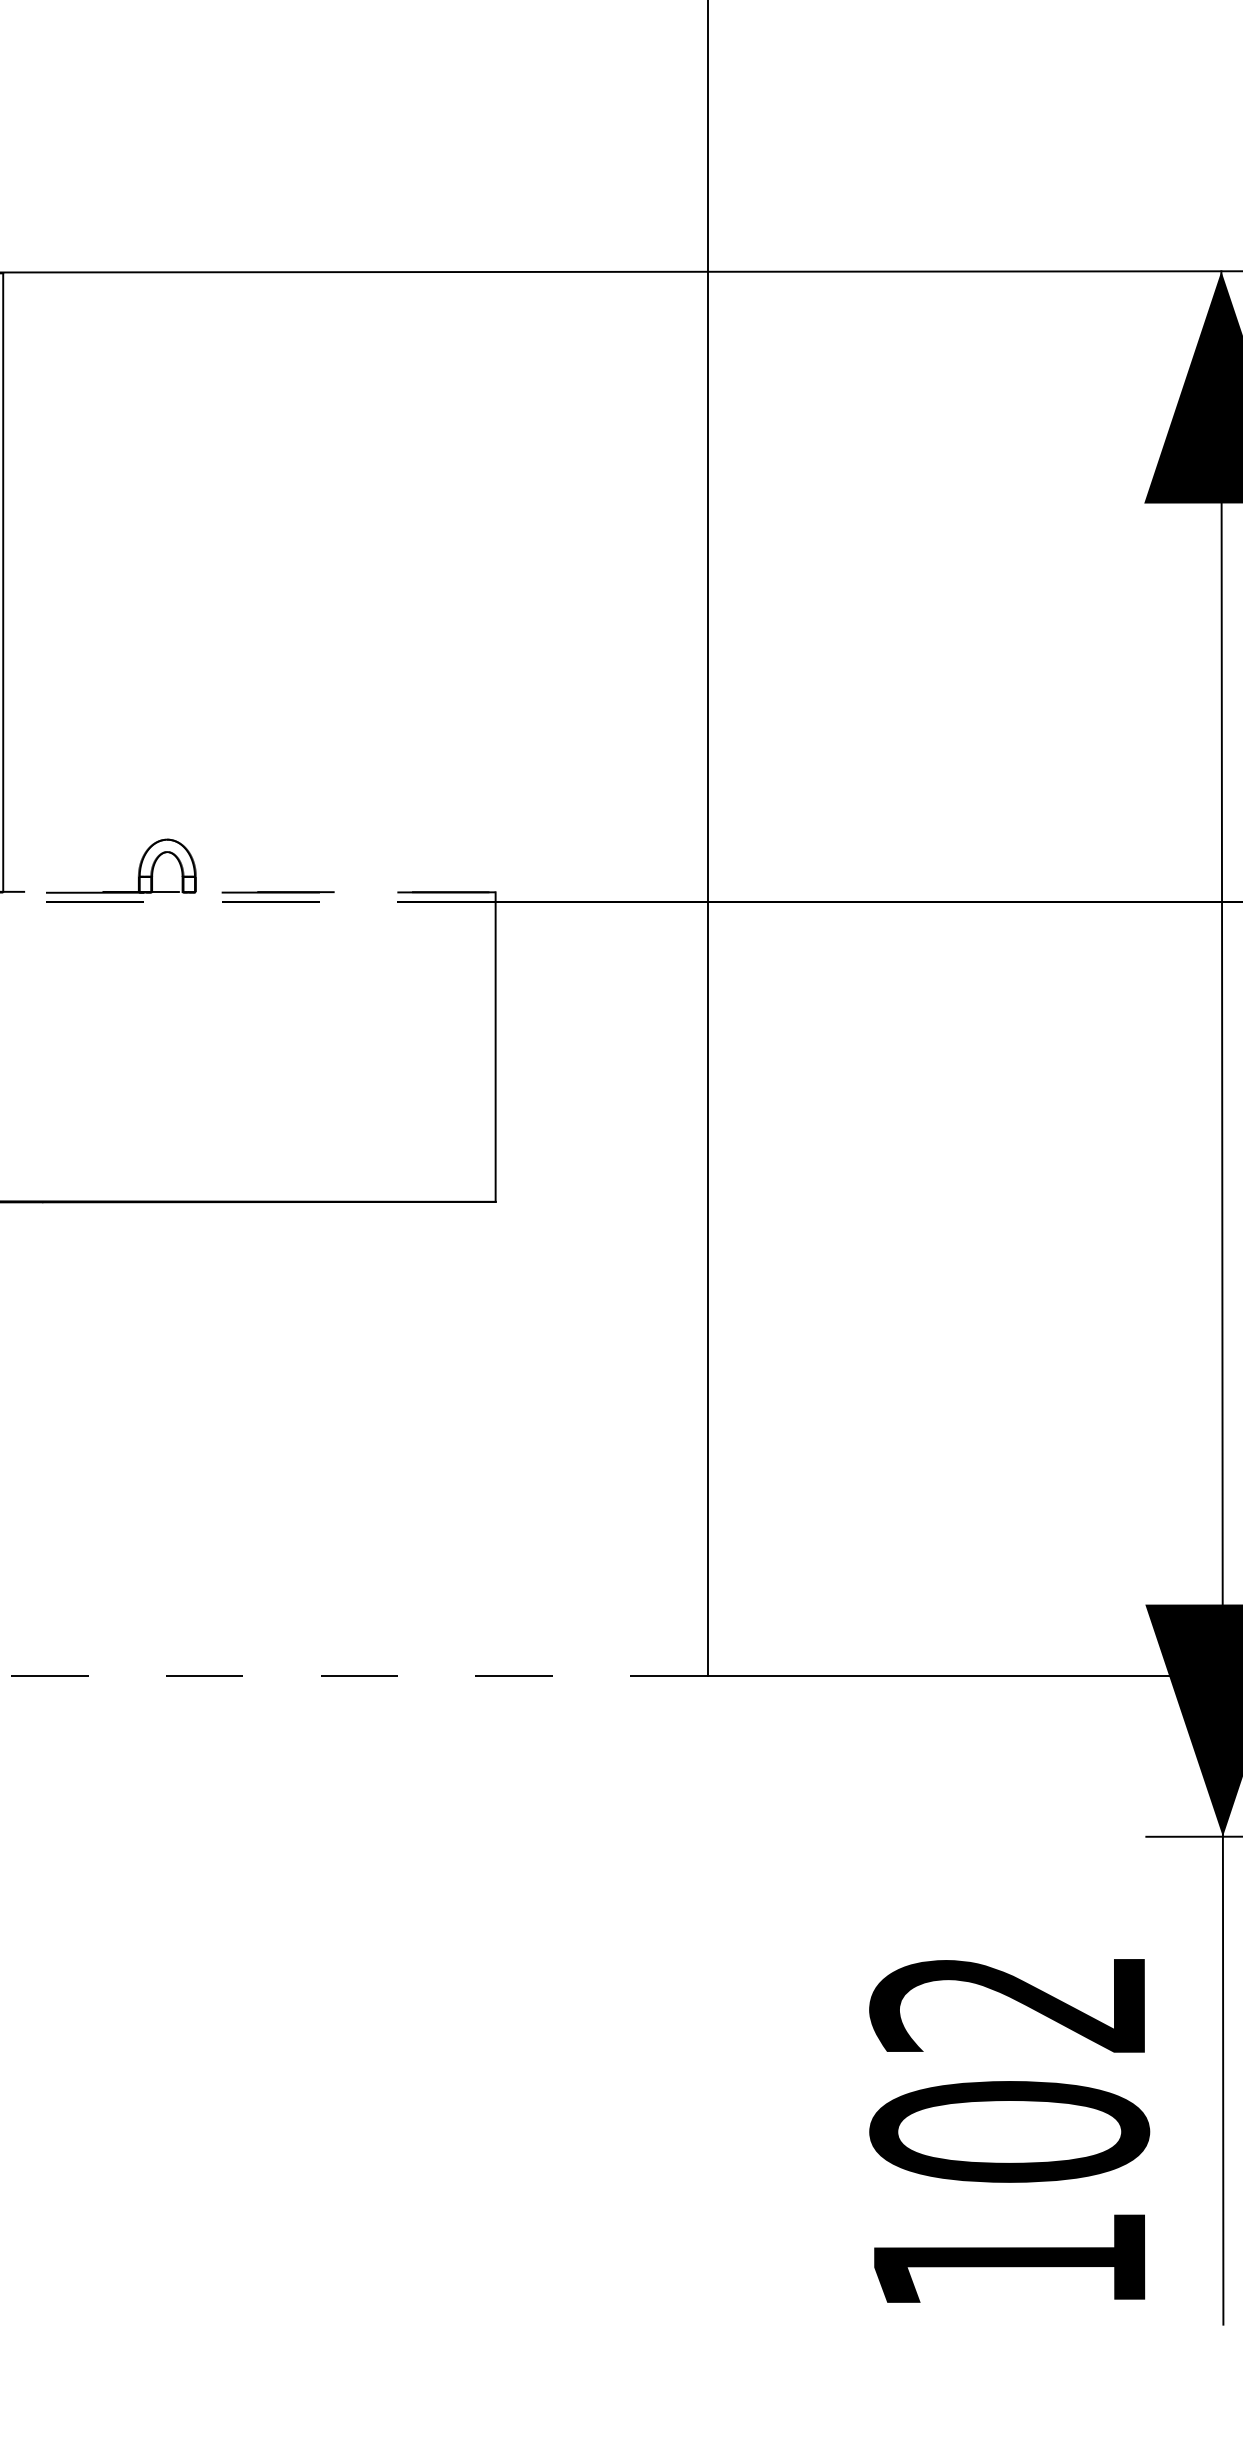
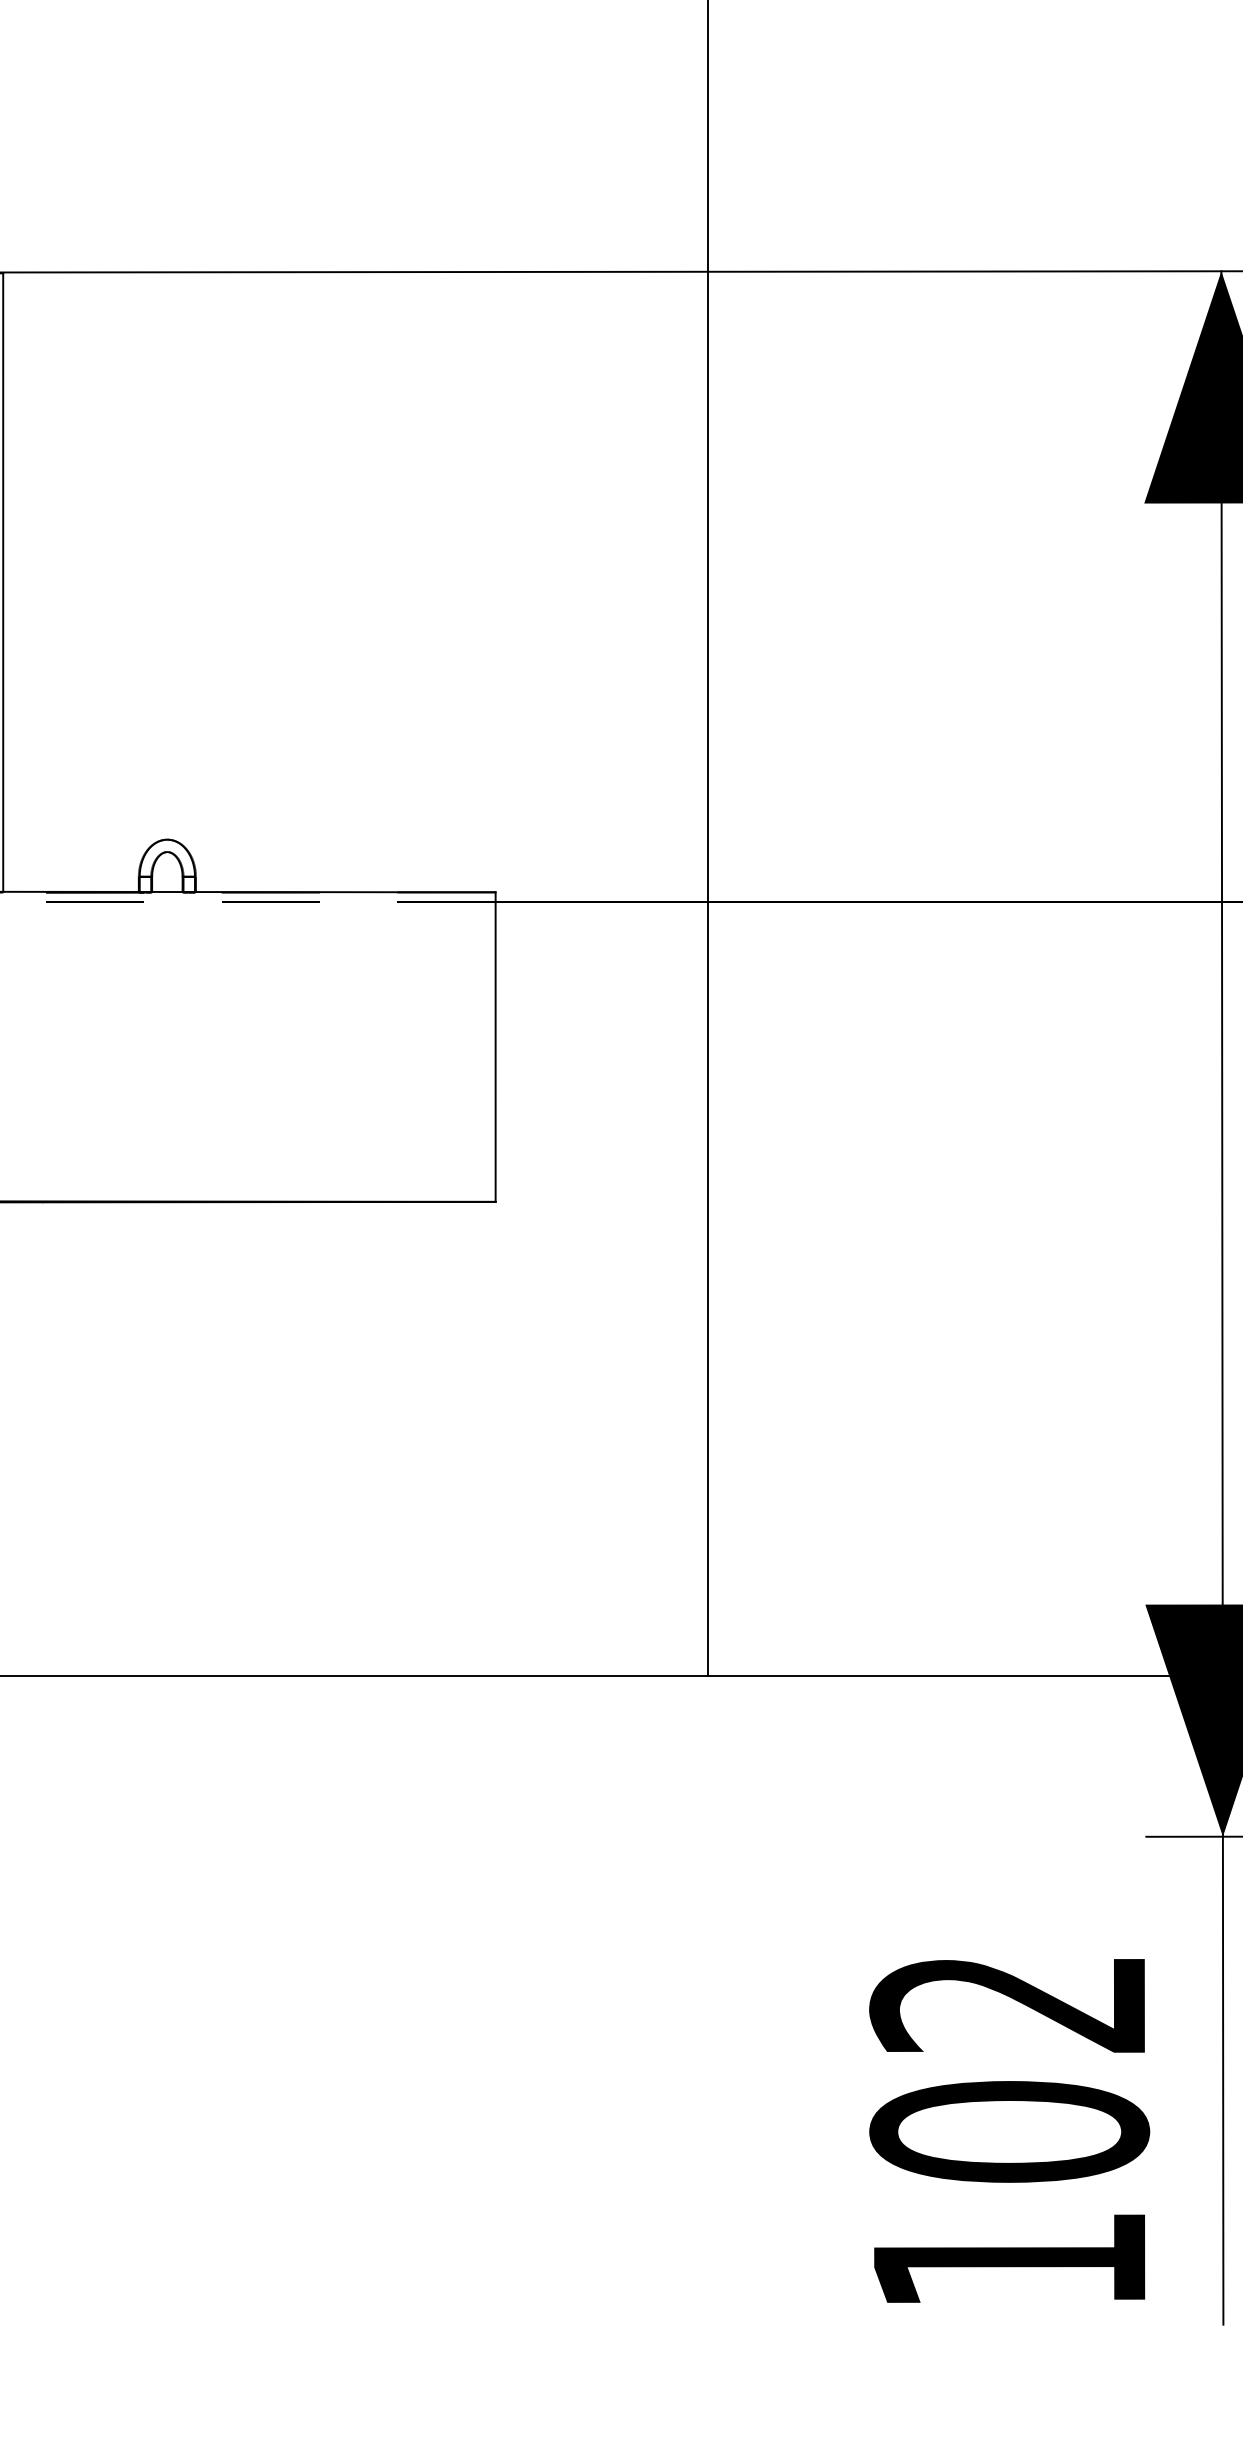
line at (248, 892): dashed -> solid
line at (353, 1676): dashed -> solid
